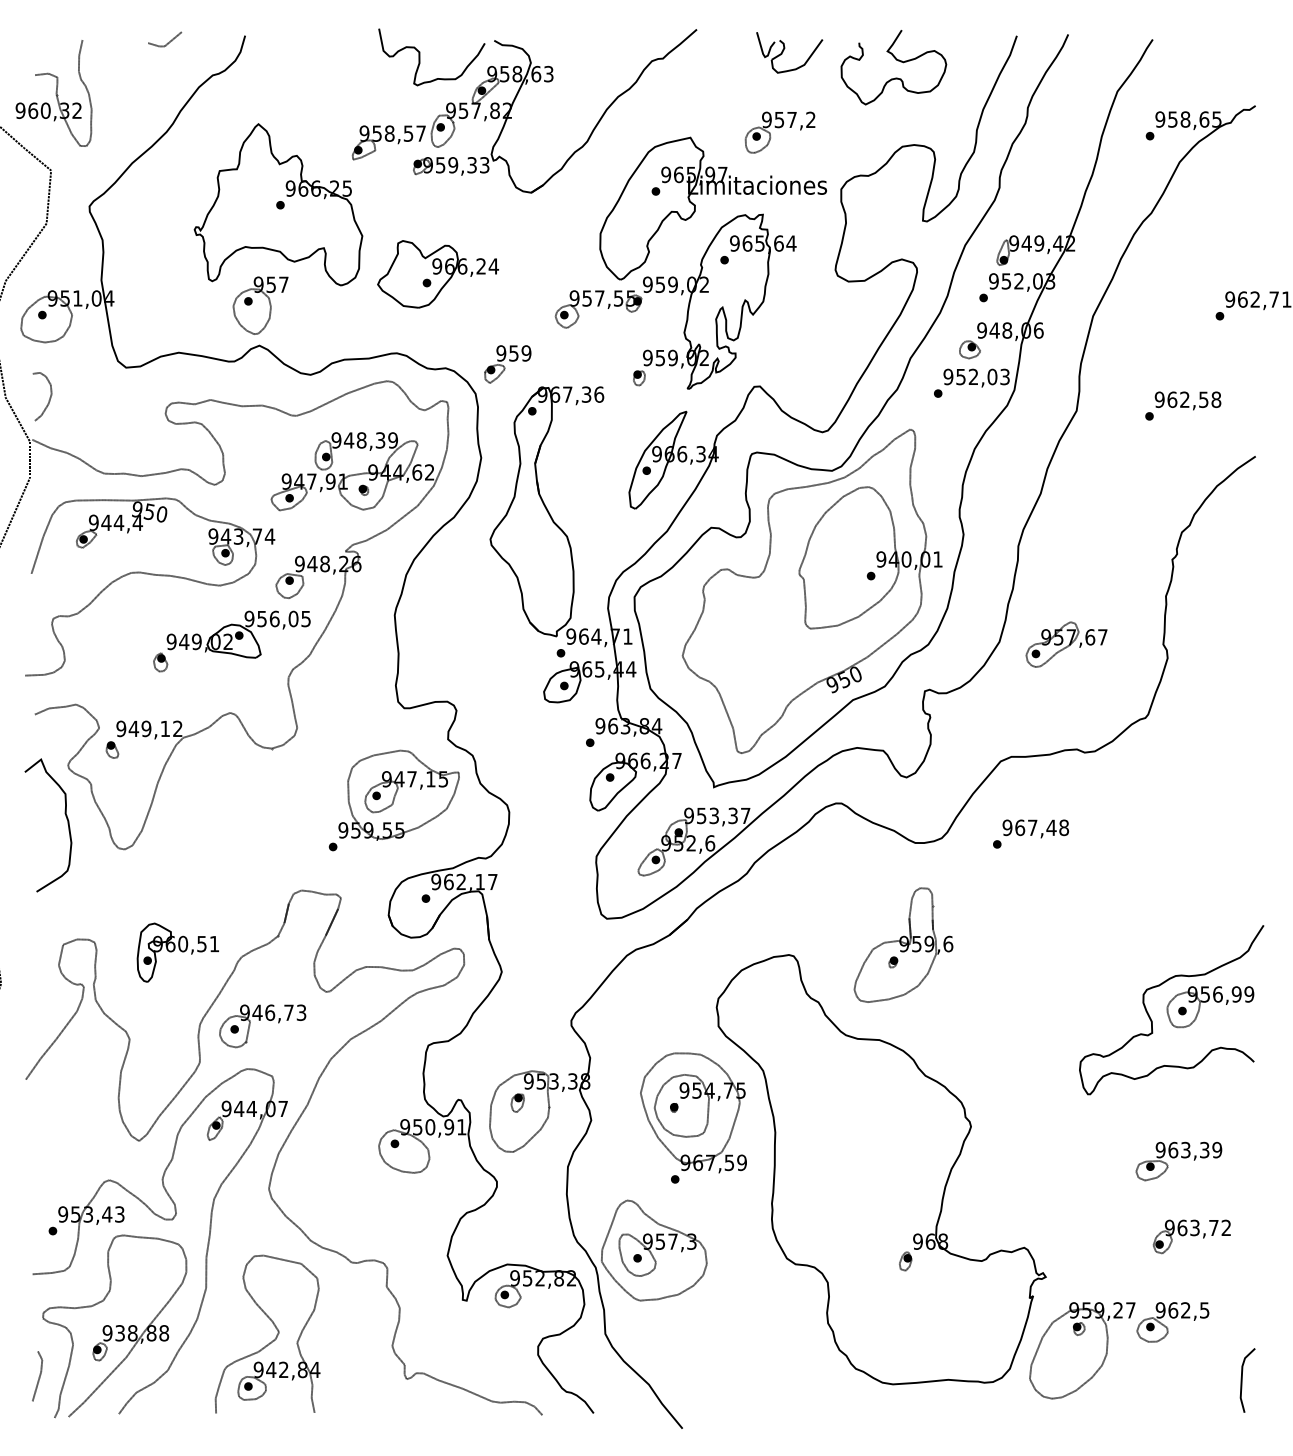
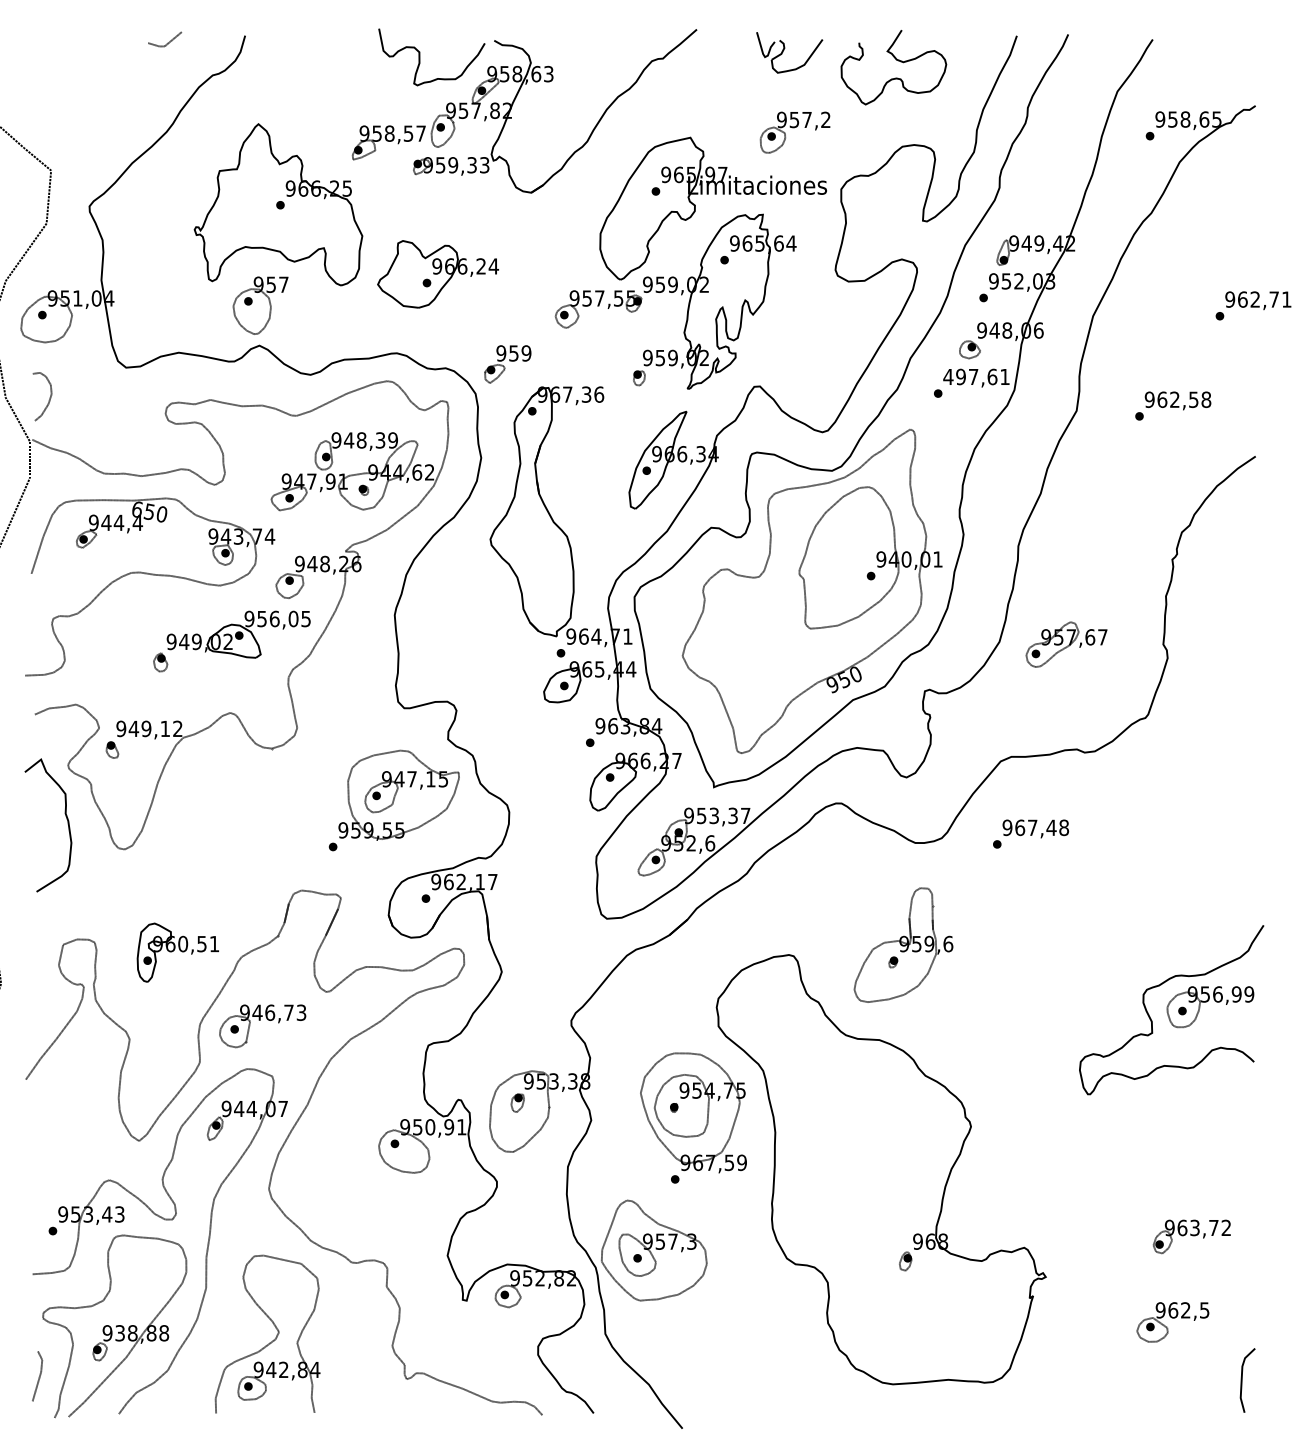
part at (53, 93): present -> none
part at (779, 132) position: (779, 132) -> (794, 132)
text at (976, 376): 952,03 -> 497,61
text at (1183, 405) position: (1183, 405) -> (1173, 405)
text at (137, 509): 950 -> 650
part at (1178, 1161): present -> none
part at (1082, 1350): present -> none
